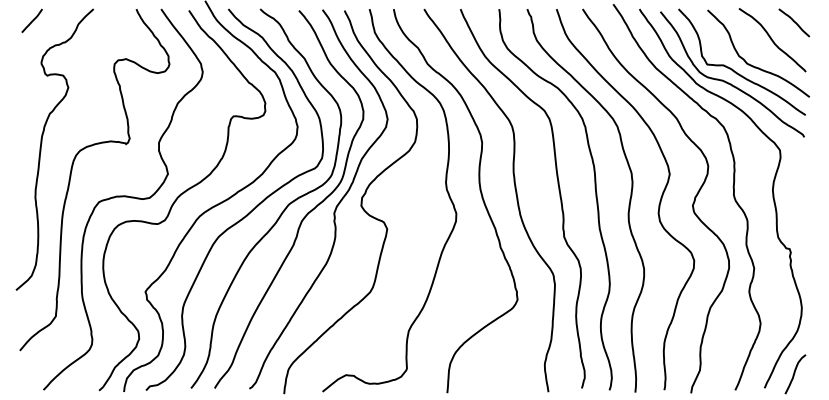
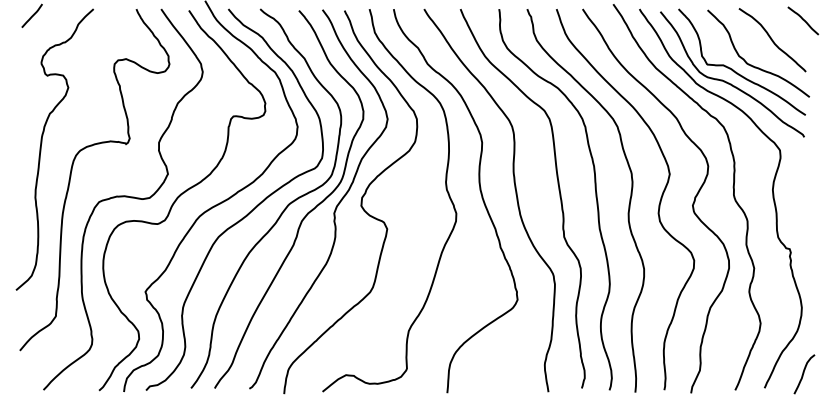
line at (31, 20) position: (31, 20) -> (31, 15)
line at (794, 22) position: (794, 22) -> (803, 20)
curve at (795, 373) position: (795, 373) -> (804, 373)
